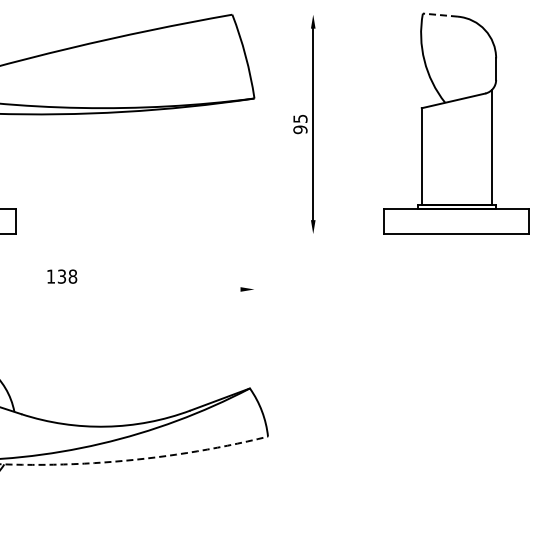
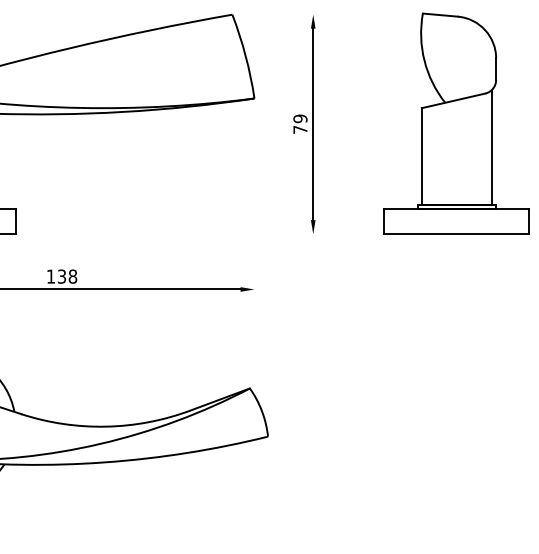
line at (440, 15): dashed -> solid
text at (300, 124): 95 -> 79
line at (121, 289): none -> present
arc at (135, 459): dashed -> solid
